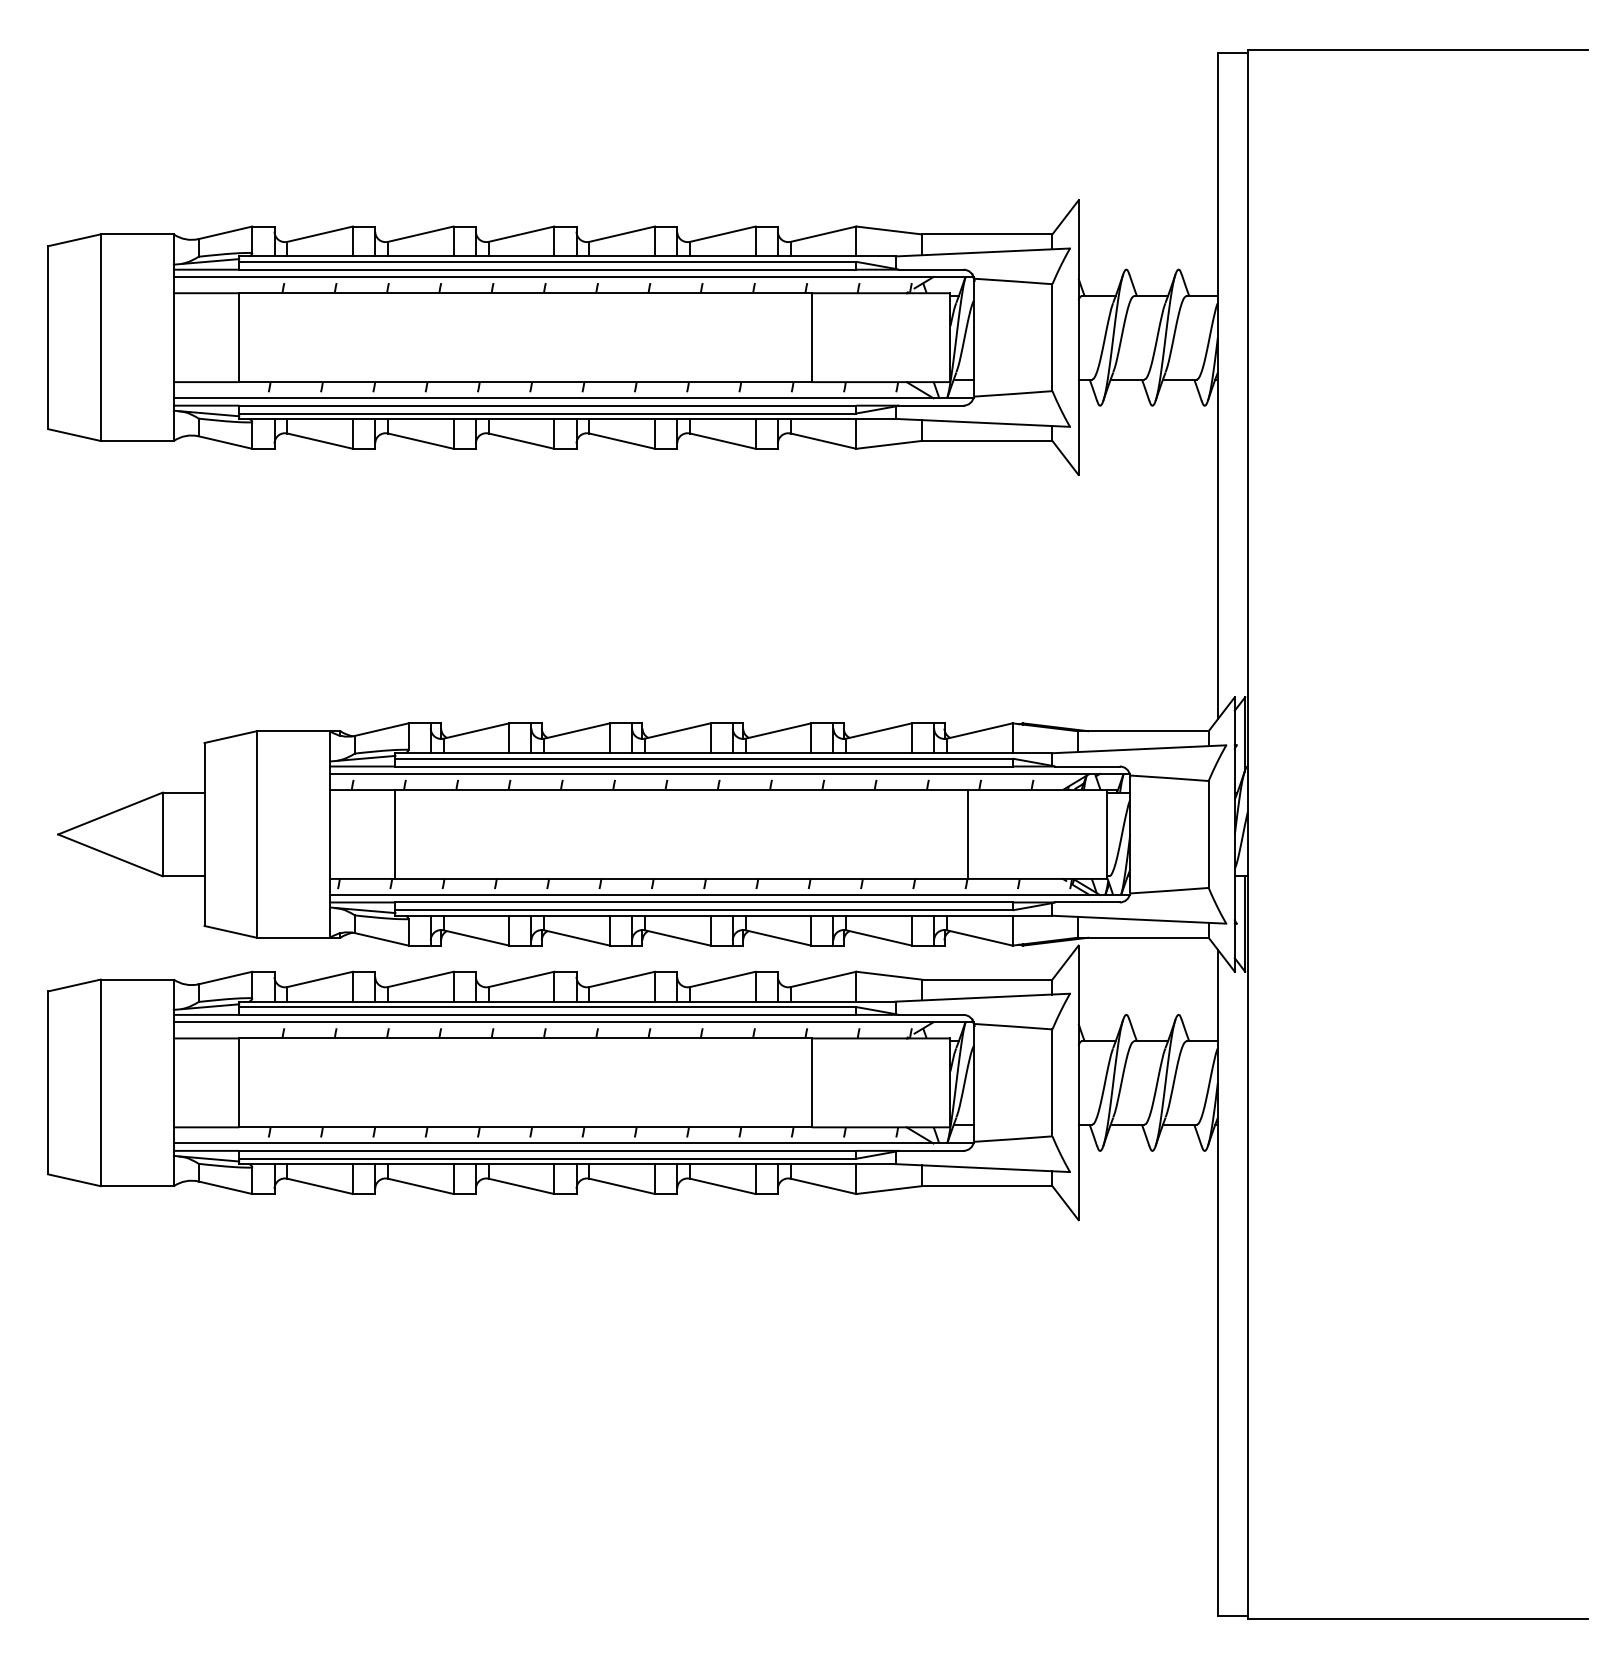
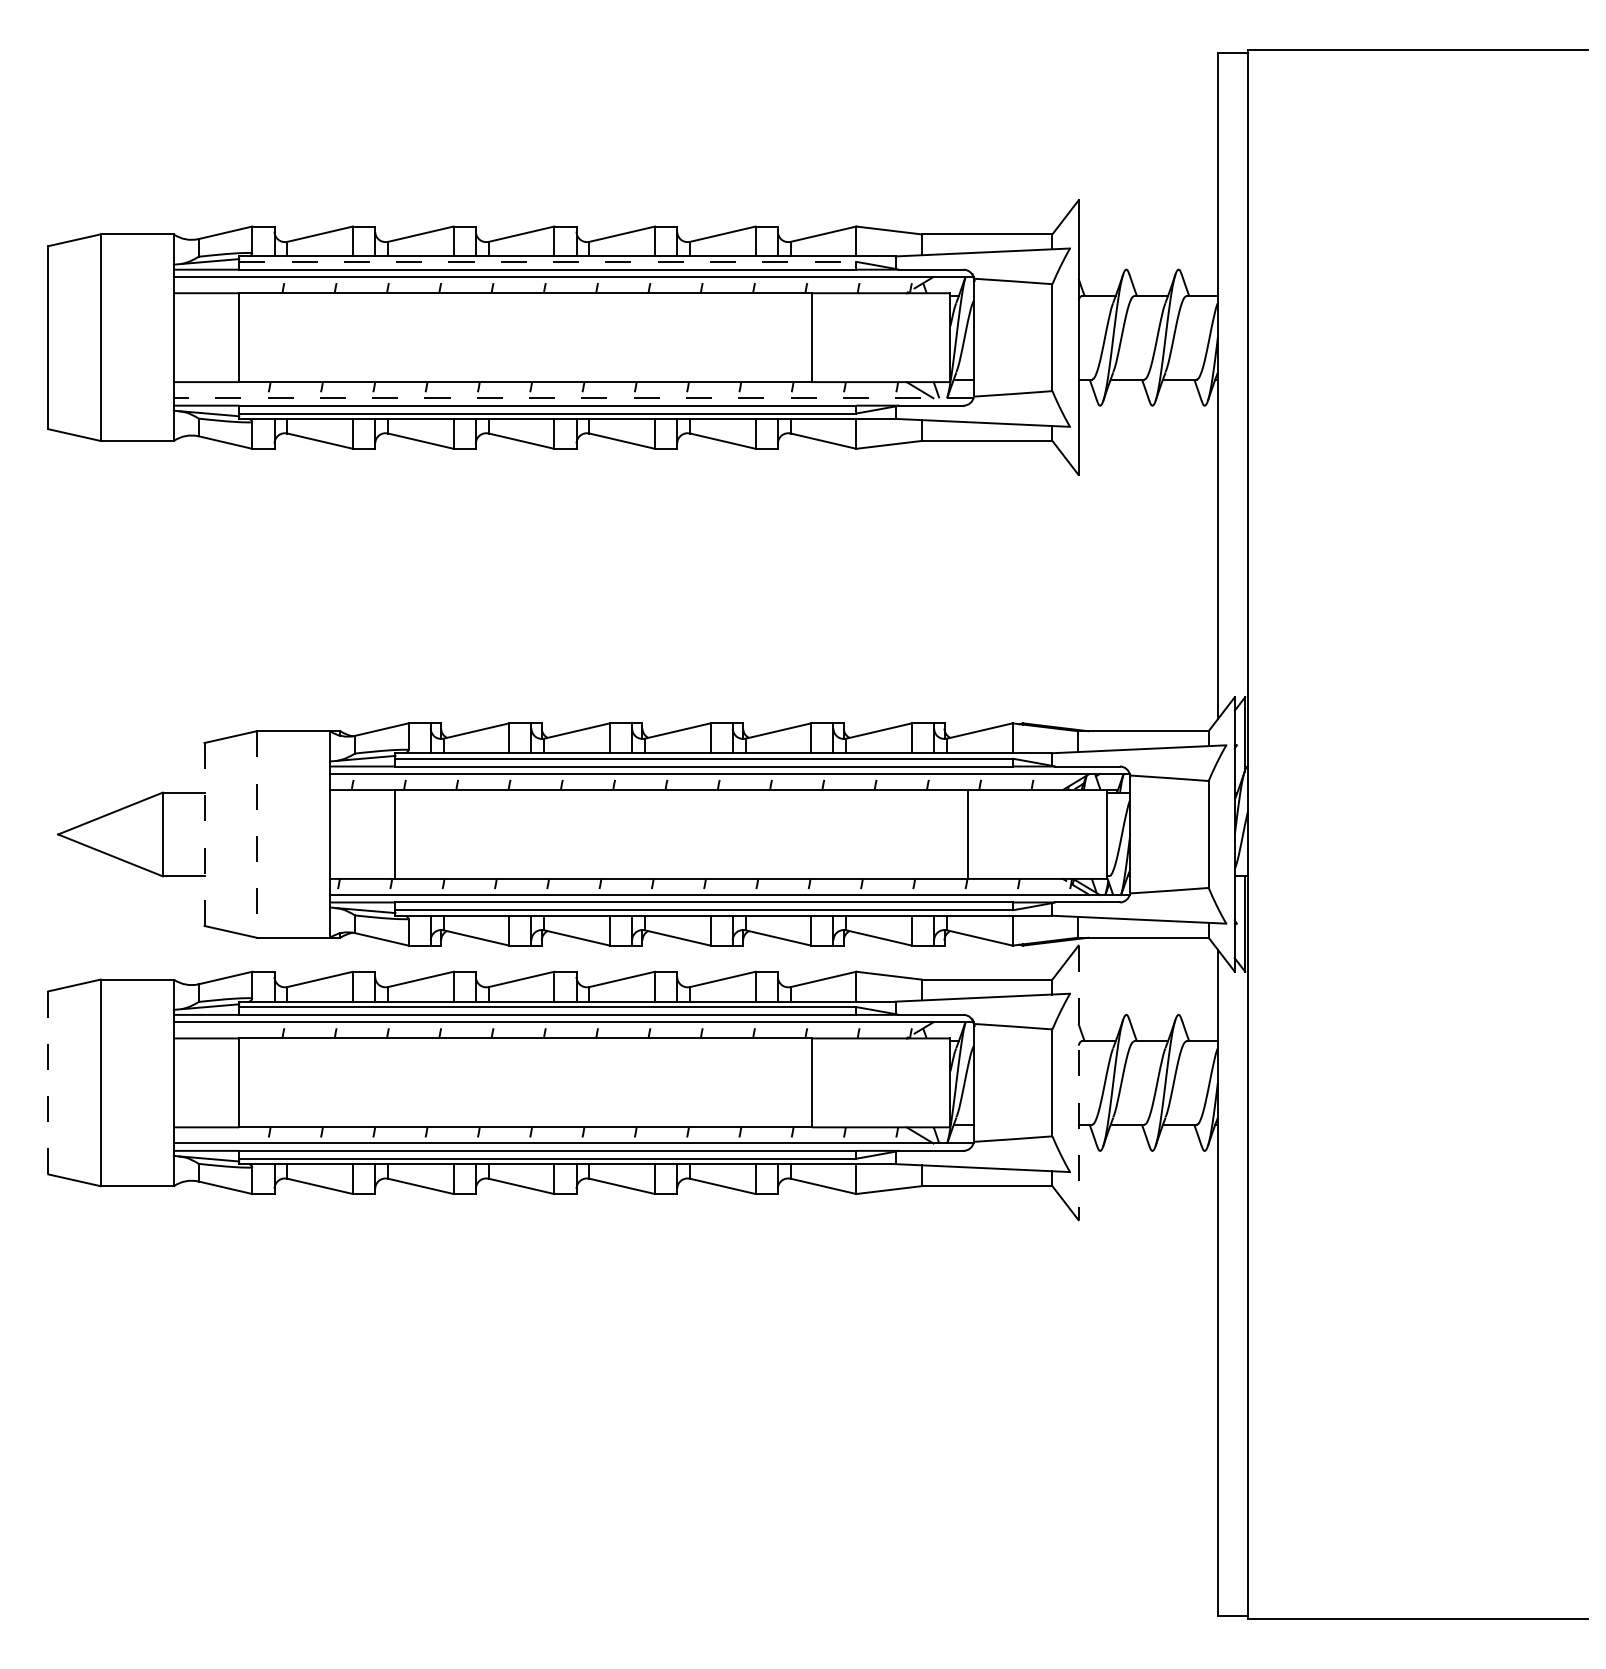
line at (547, 261): solid -> dashed
line at (573, 398): solid -> dashed
line at (204, 834): solid -> dashed
line at (256, 834): solid -> dashed
line at (48, 1082): solid -> dashed
line at (1078, 1083): solid -> dashed
